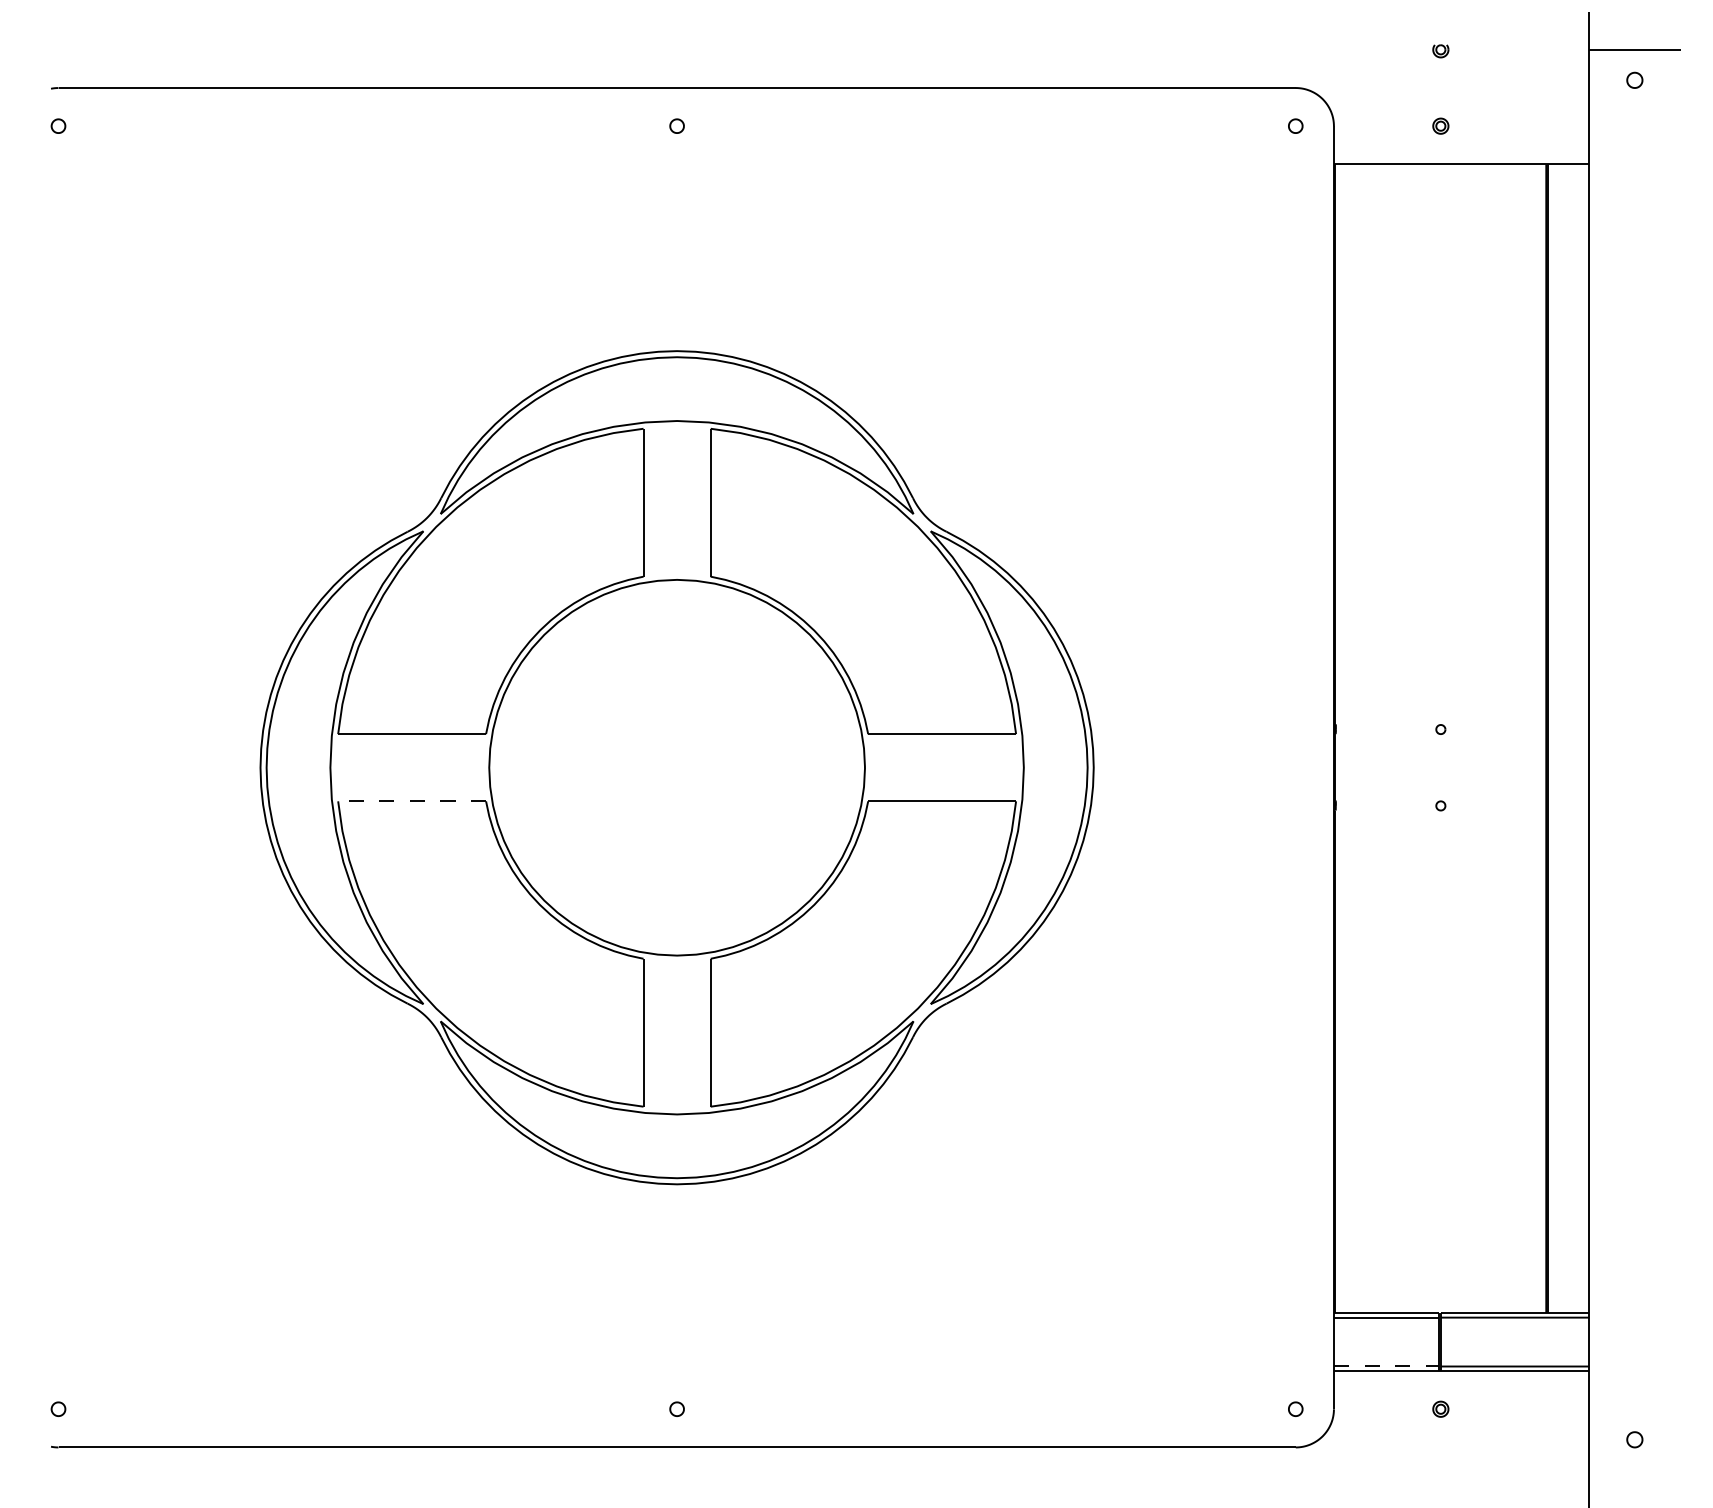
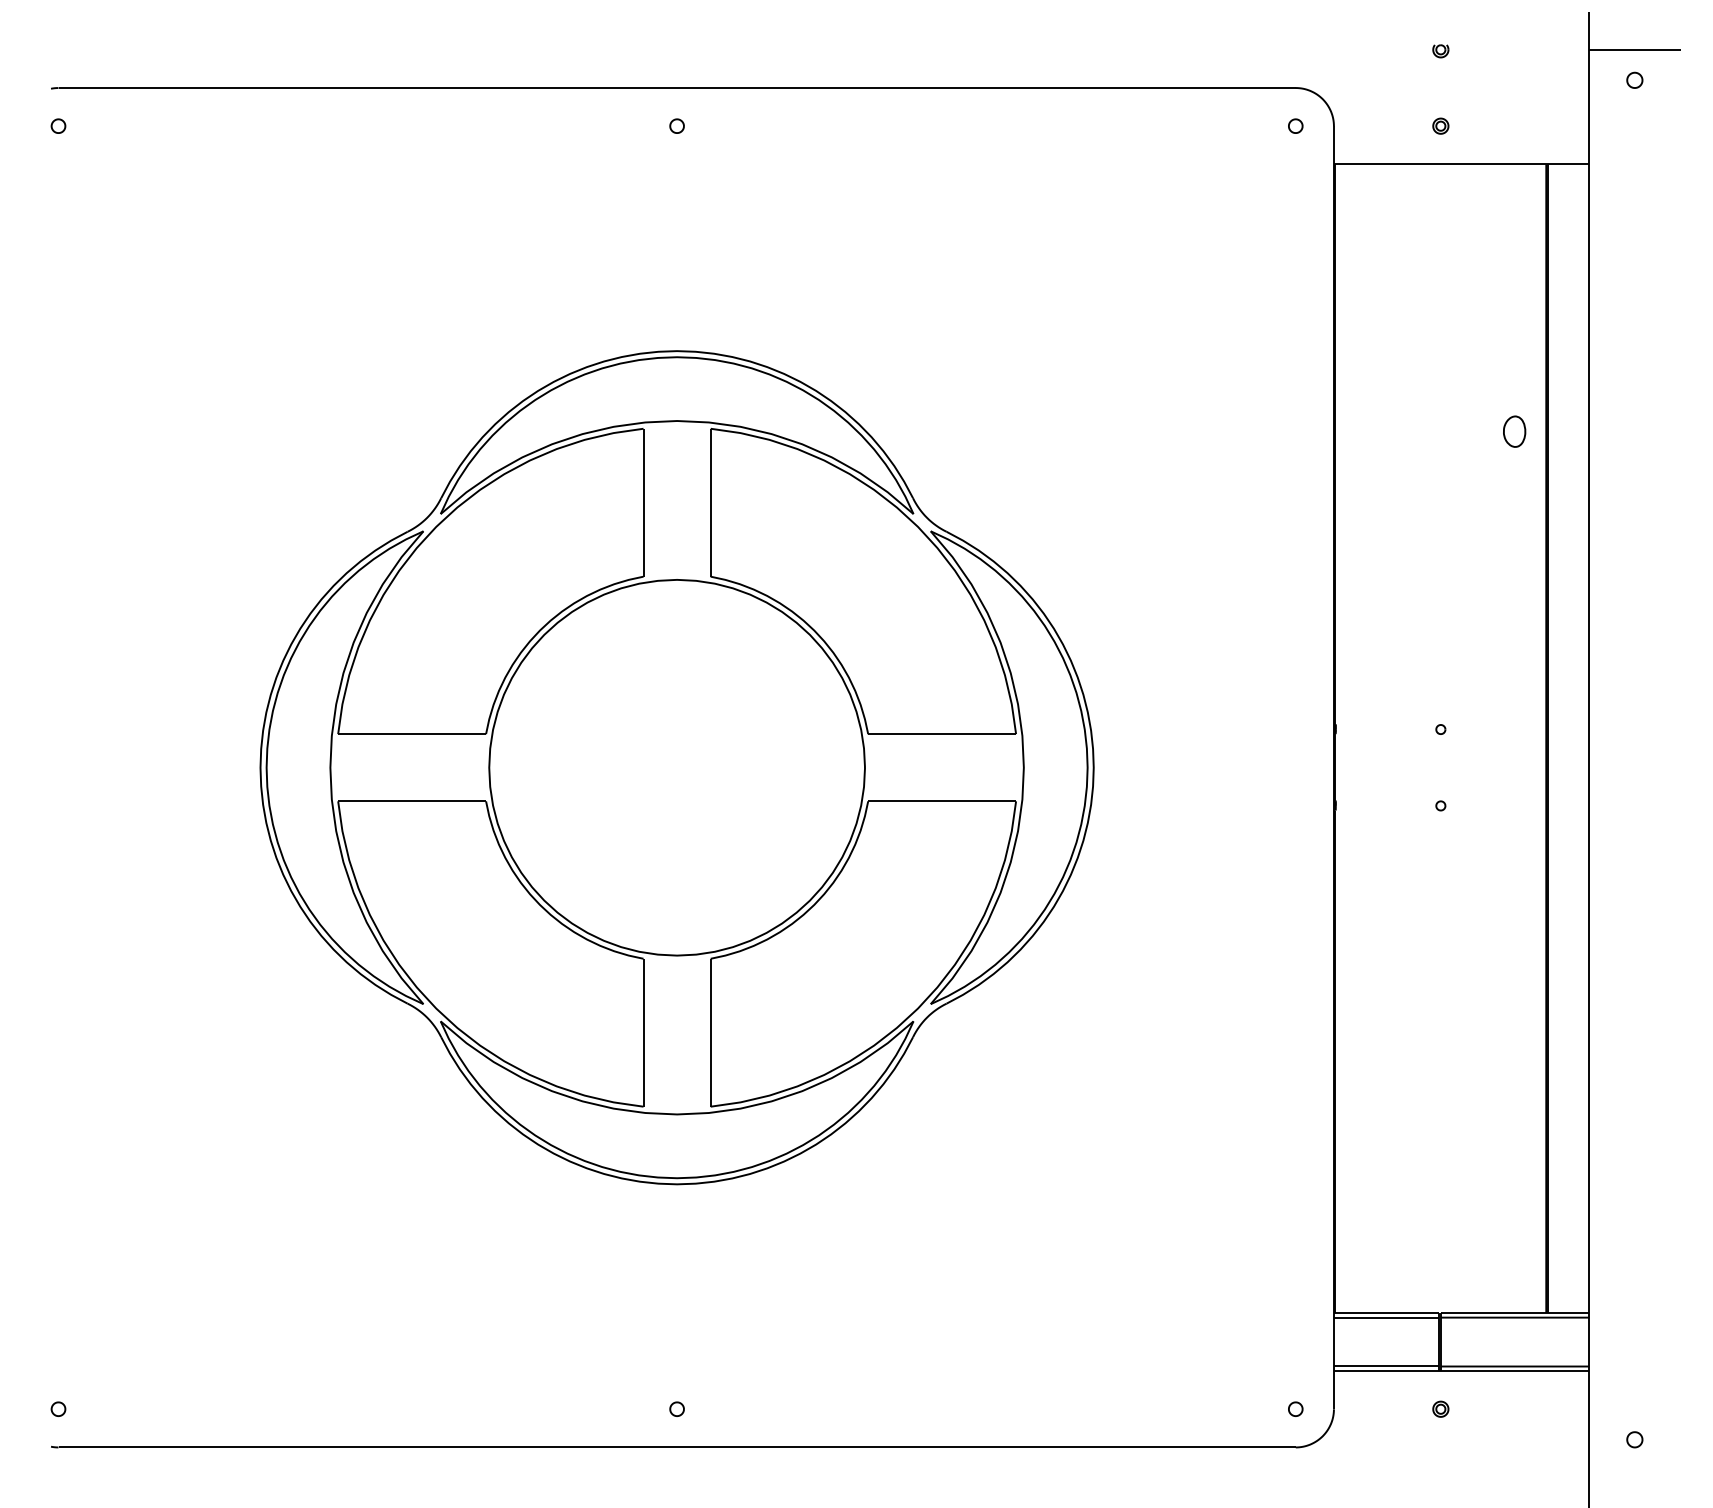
part at (1514, 431): none -> present
line at (412, 801): dashed -> solid
line at (1386, 1366): dashed -> solid
